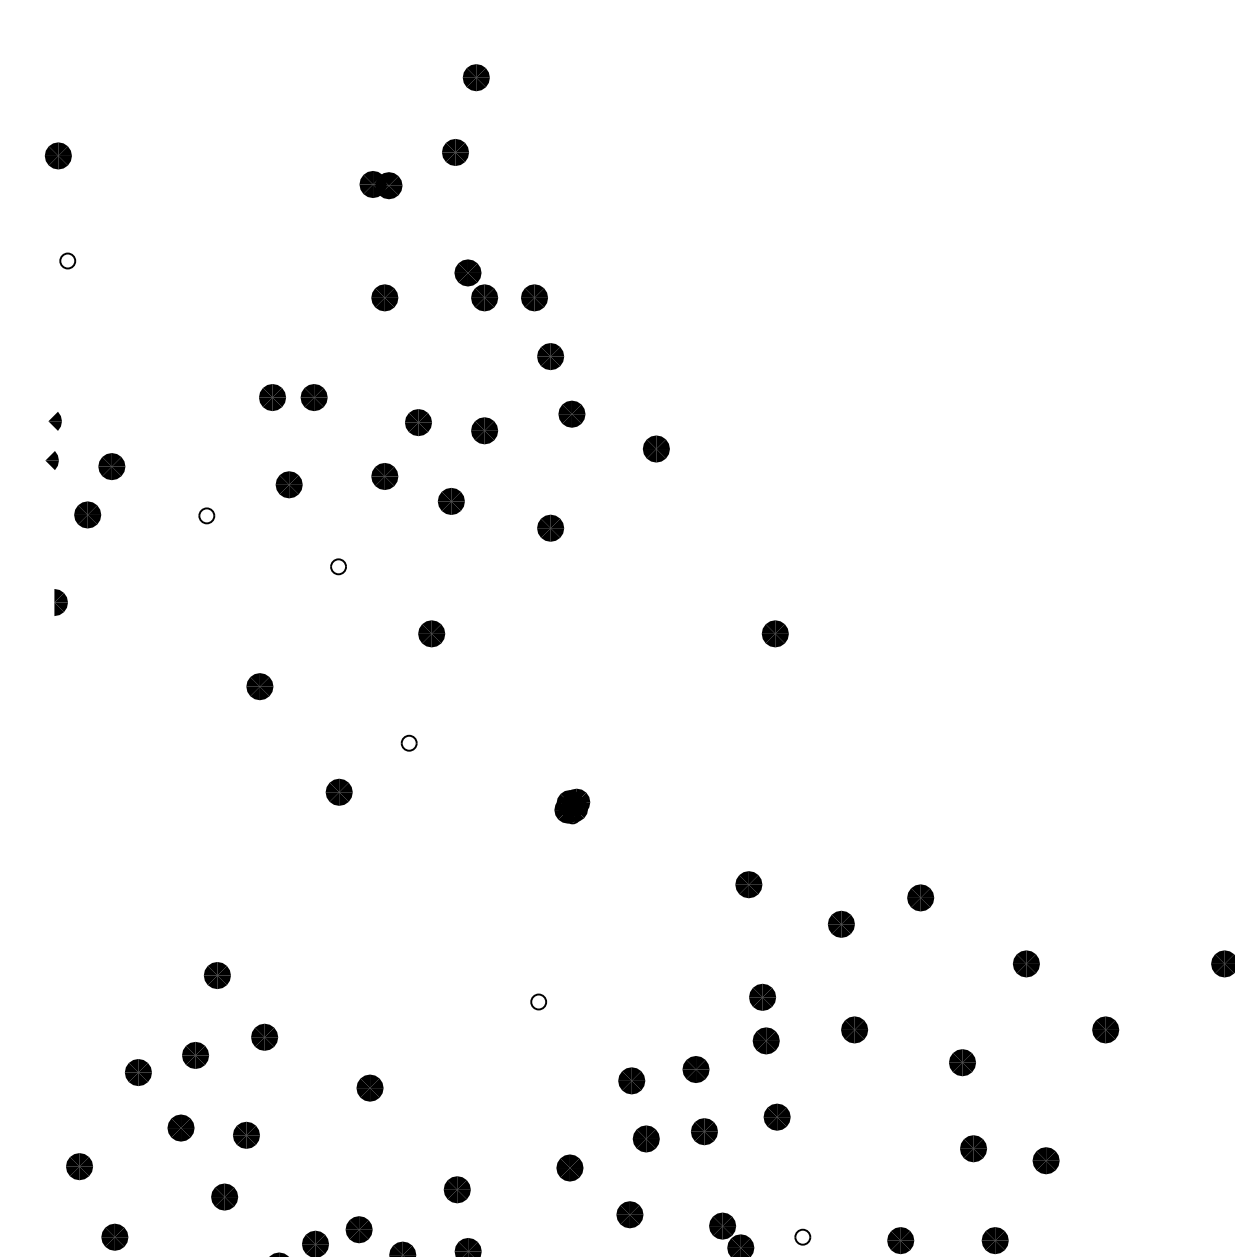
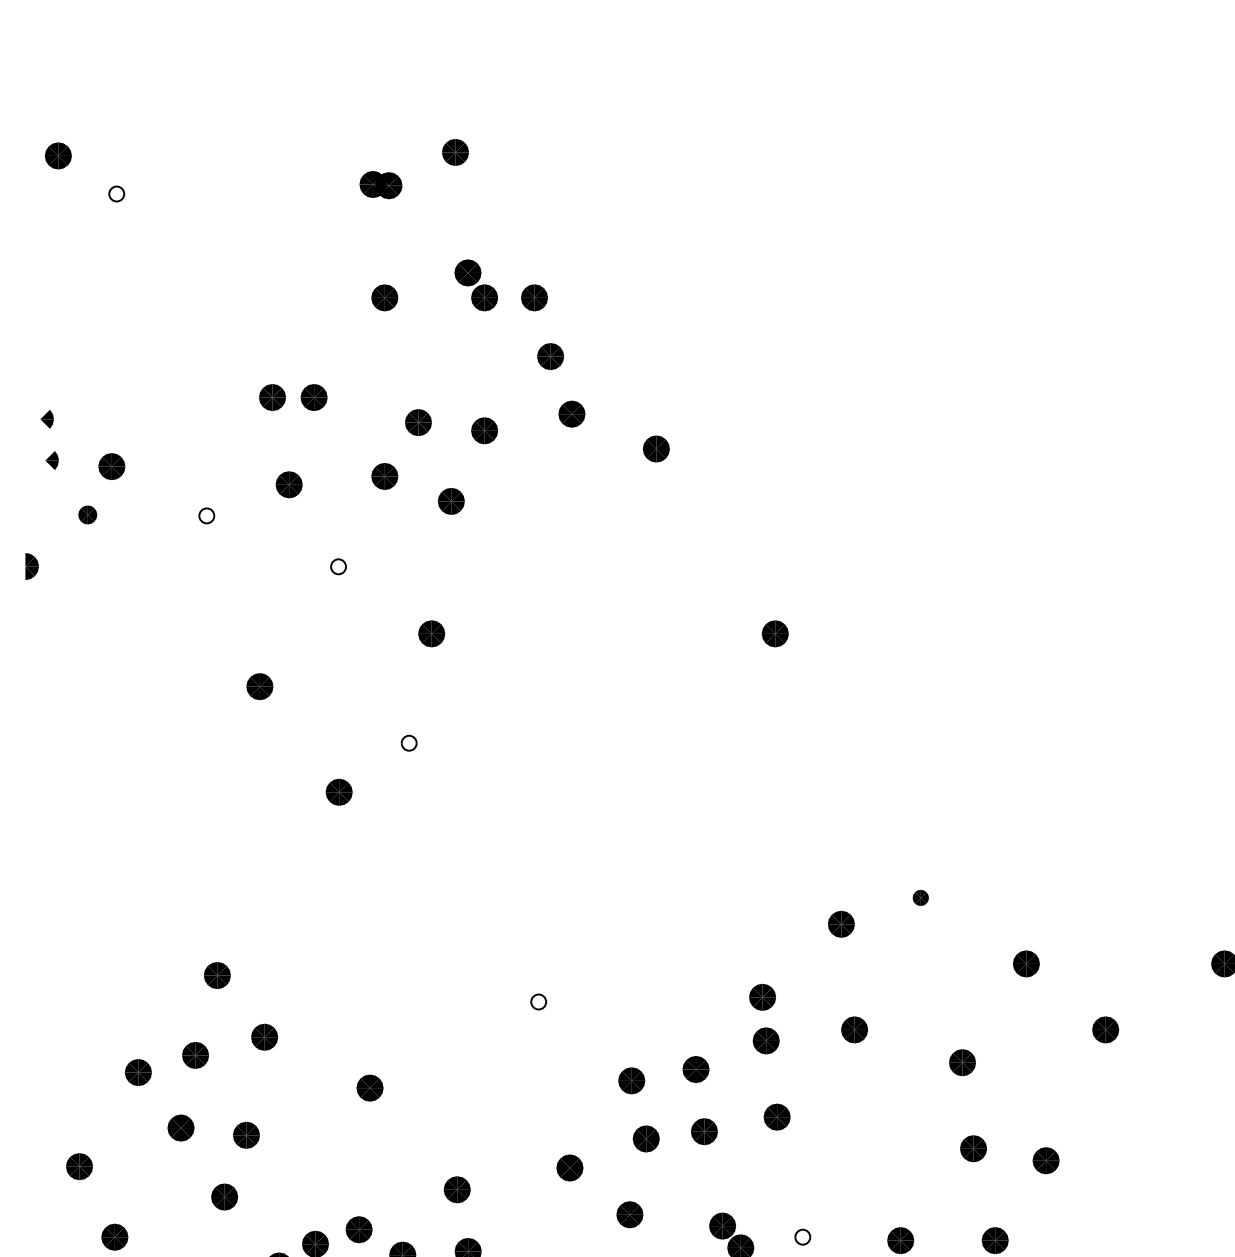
part at (475, 77): present -> none
part at (67, 260) position: (67, 260) -> (116, 193)
part at (54, 421) position: (54, 421) -> (46, 419)
part at (87, 514) size: 28x28 px -> 20x20 px
part at (550, 527): present -> none
part at (60, 602) position: (60, 602) -> (31, 566)
part at (572, 806): present -> none
part at (748, 884): present -> none
part at (920, 897) size: 28x28 px -> 17x17 px
